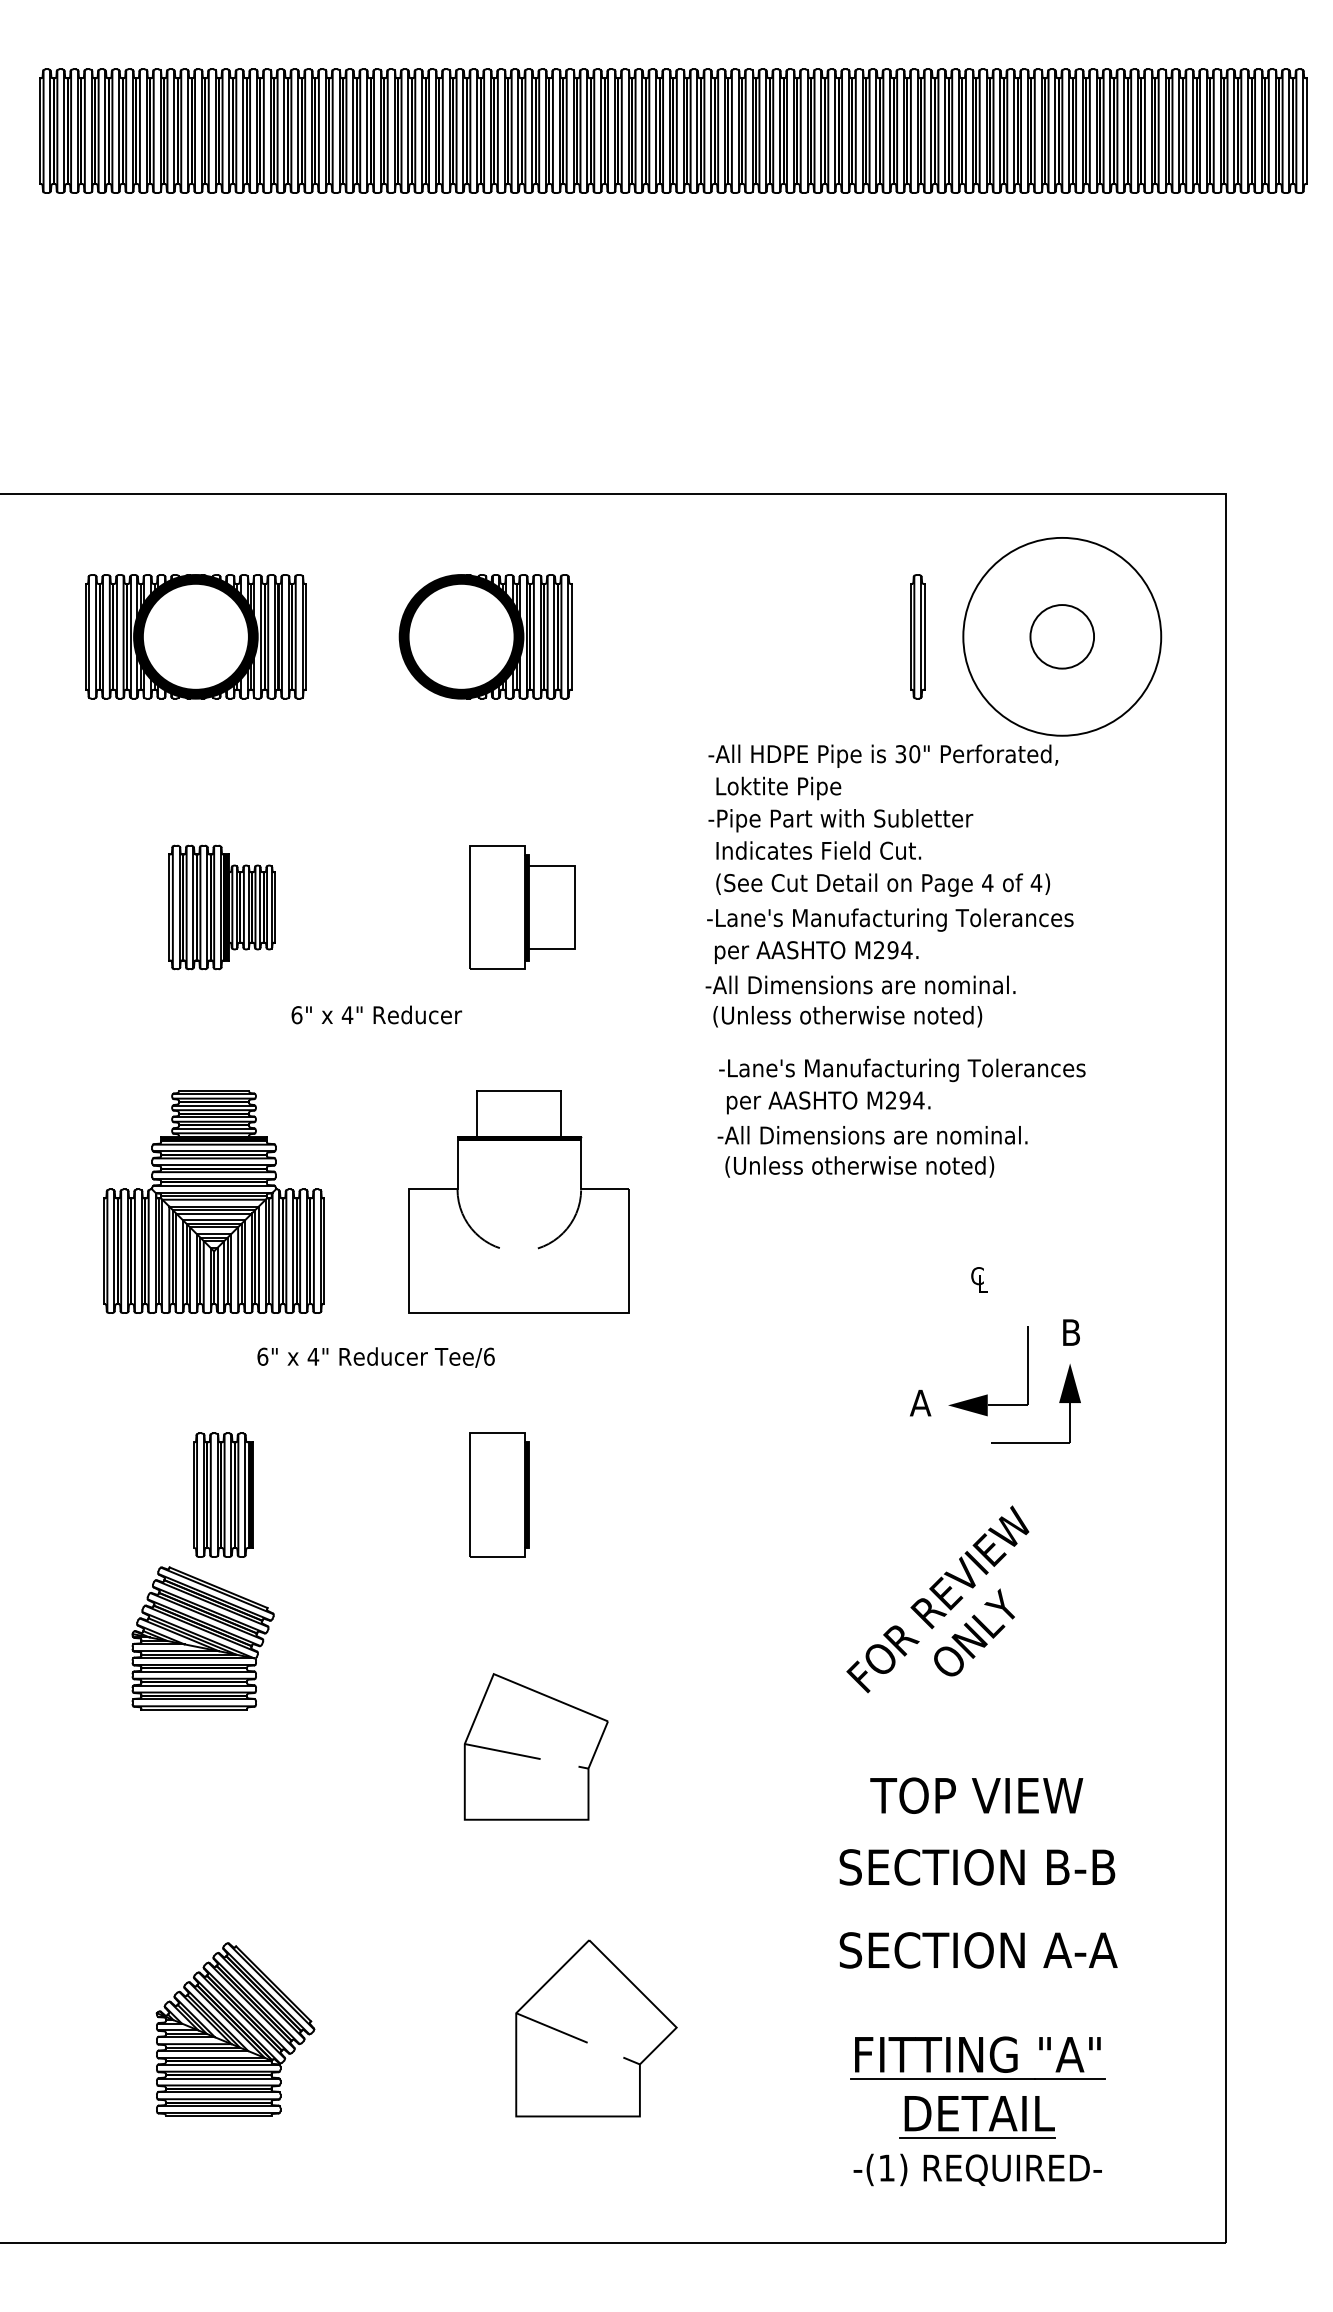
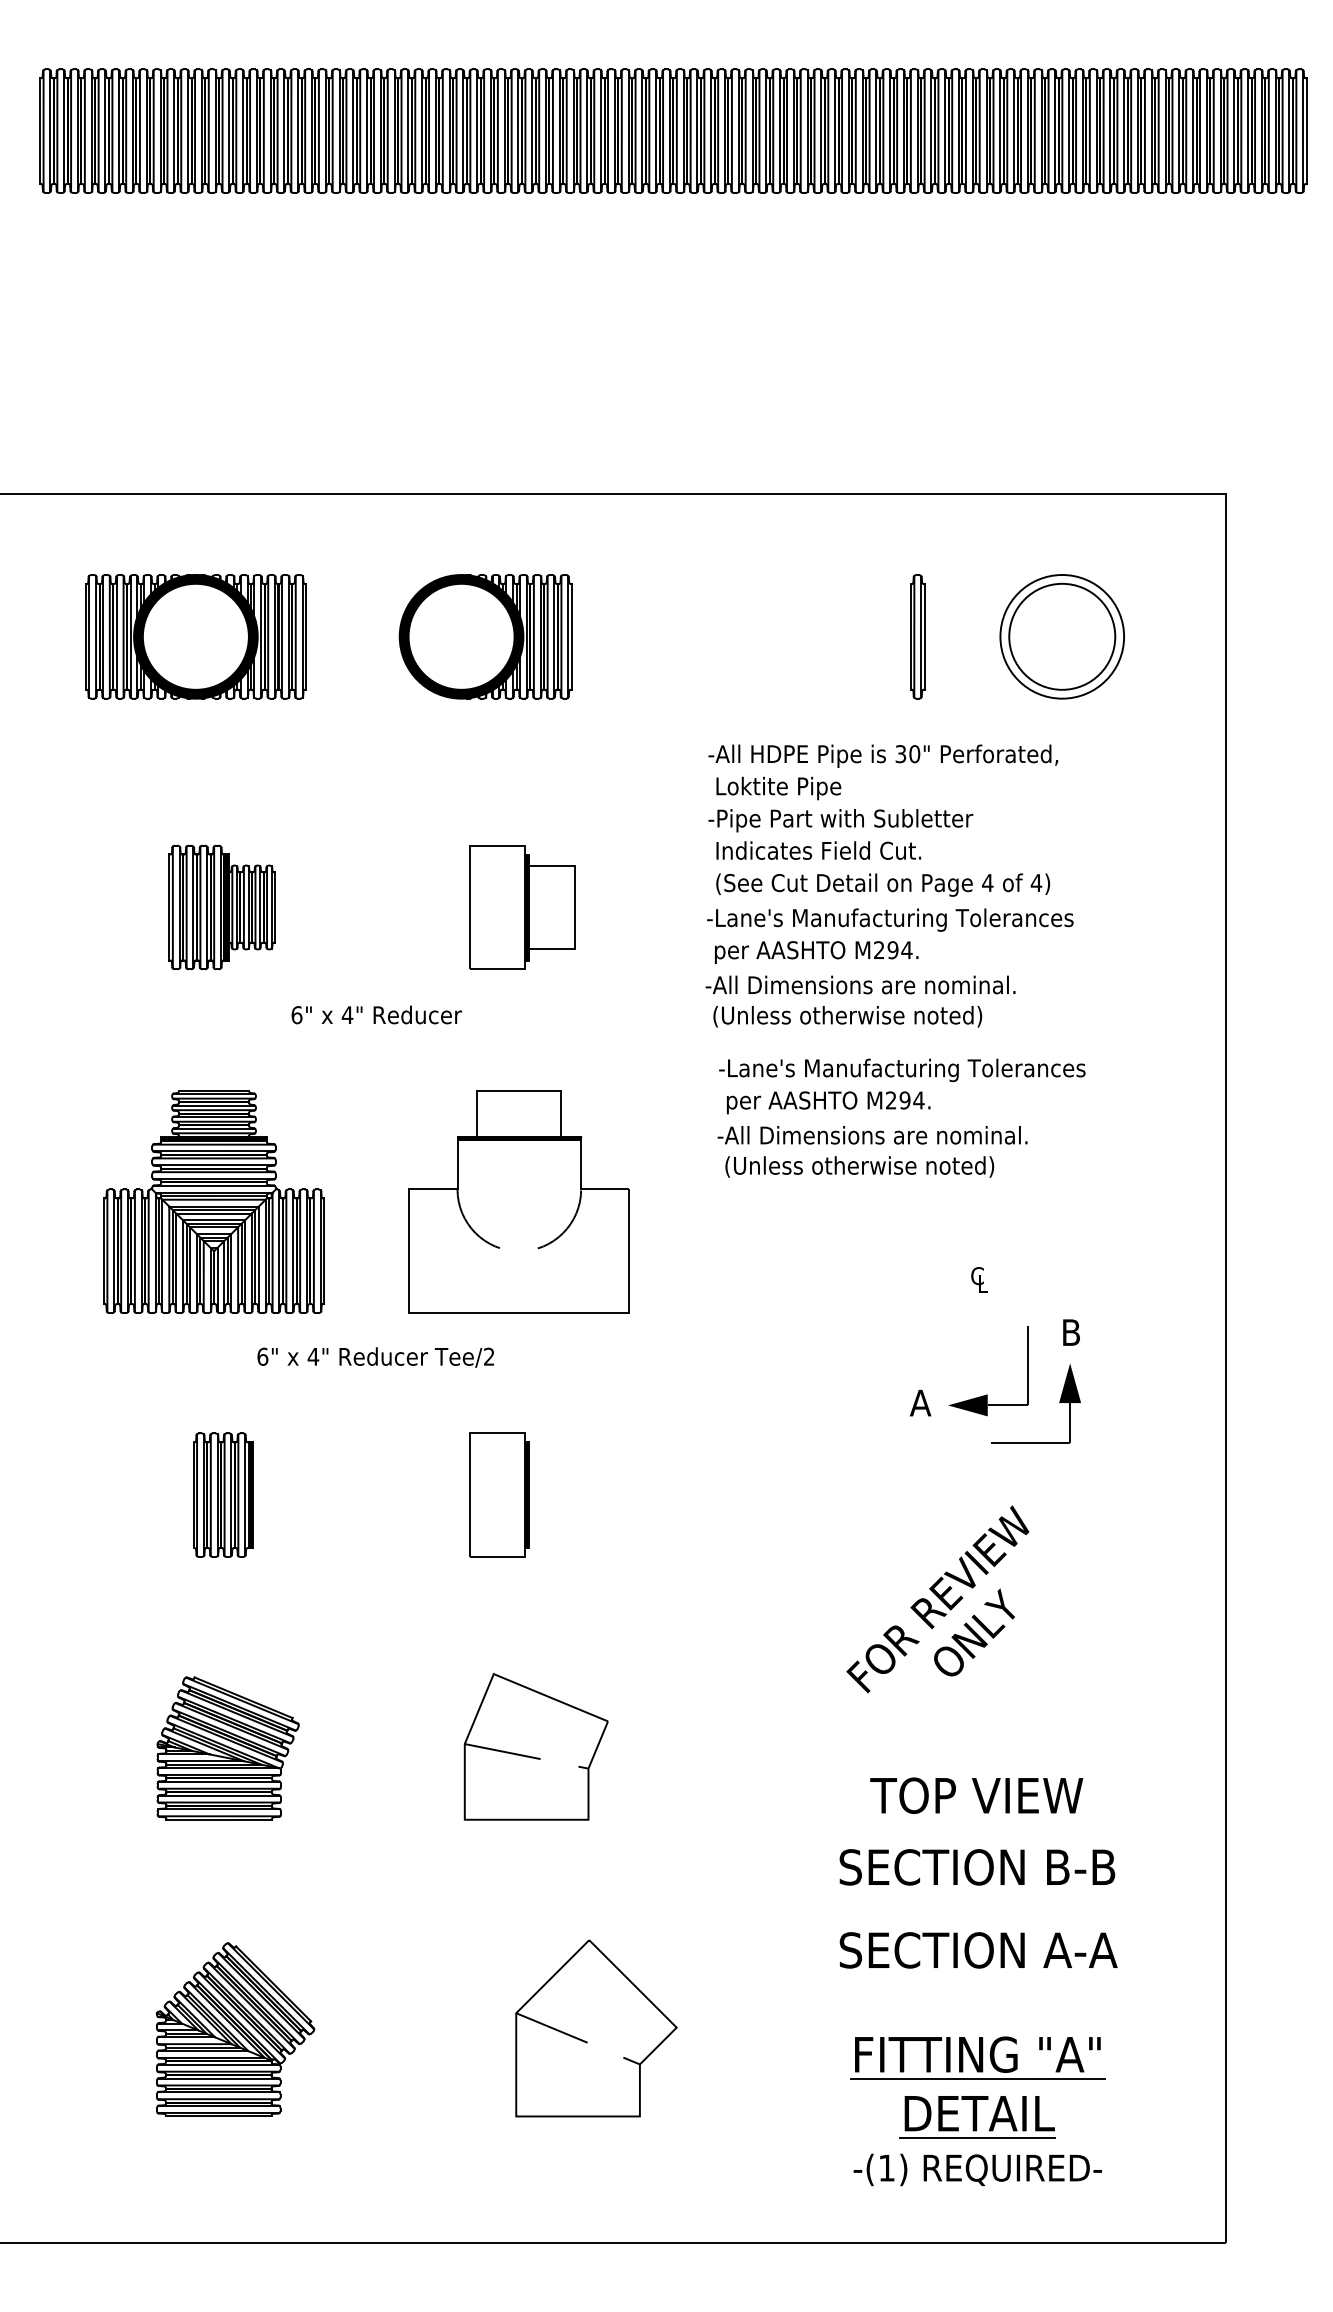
circle at (1062, 636) diameter: 198 px -> 124 px
circle at (1062, 636) diameter: 64 px -> 106 px
text at (489, 1356): Tee/6 -> Tee/2
part at (202, 1638) position: (202, 1638) -> (227, 1748)
